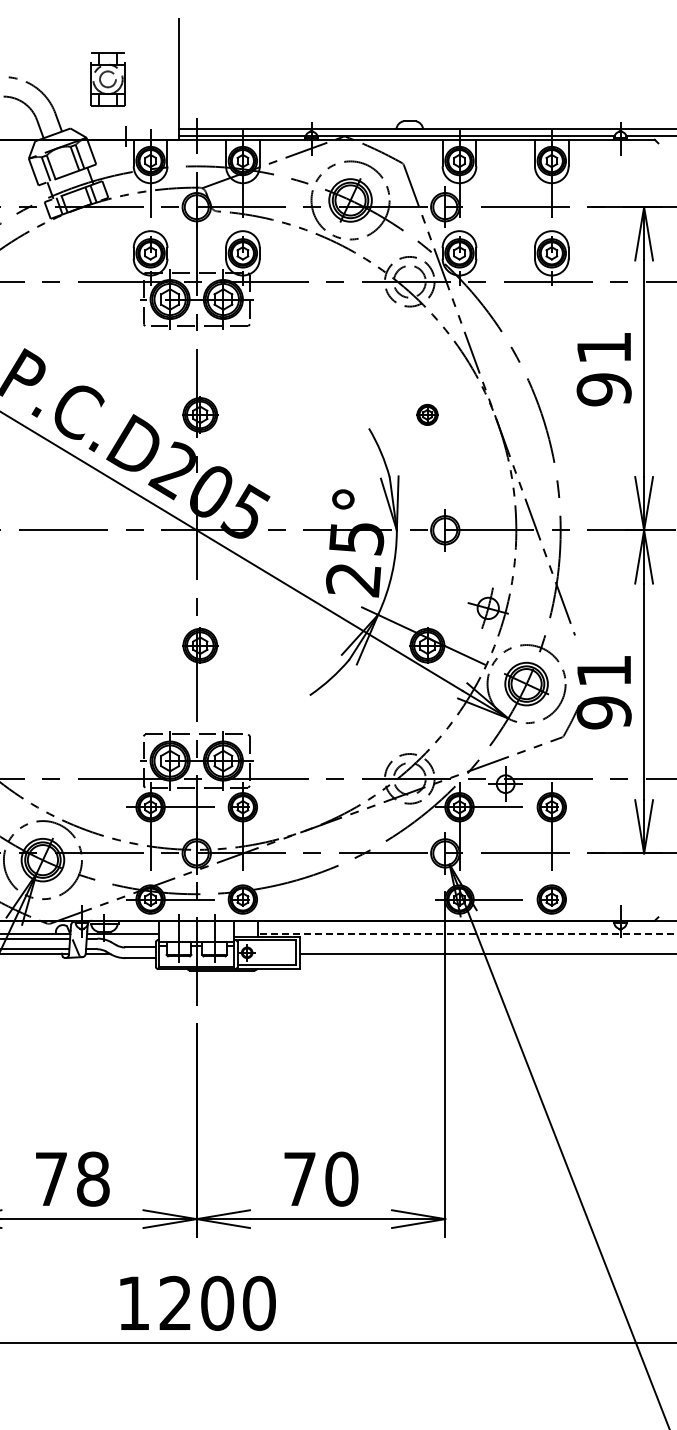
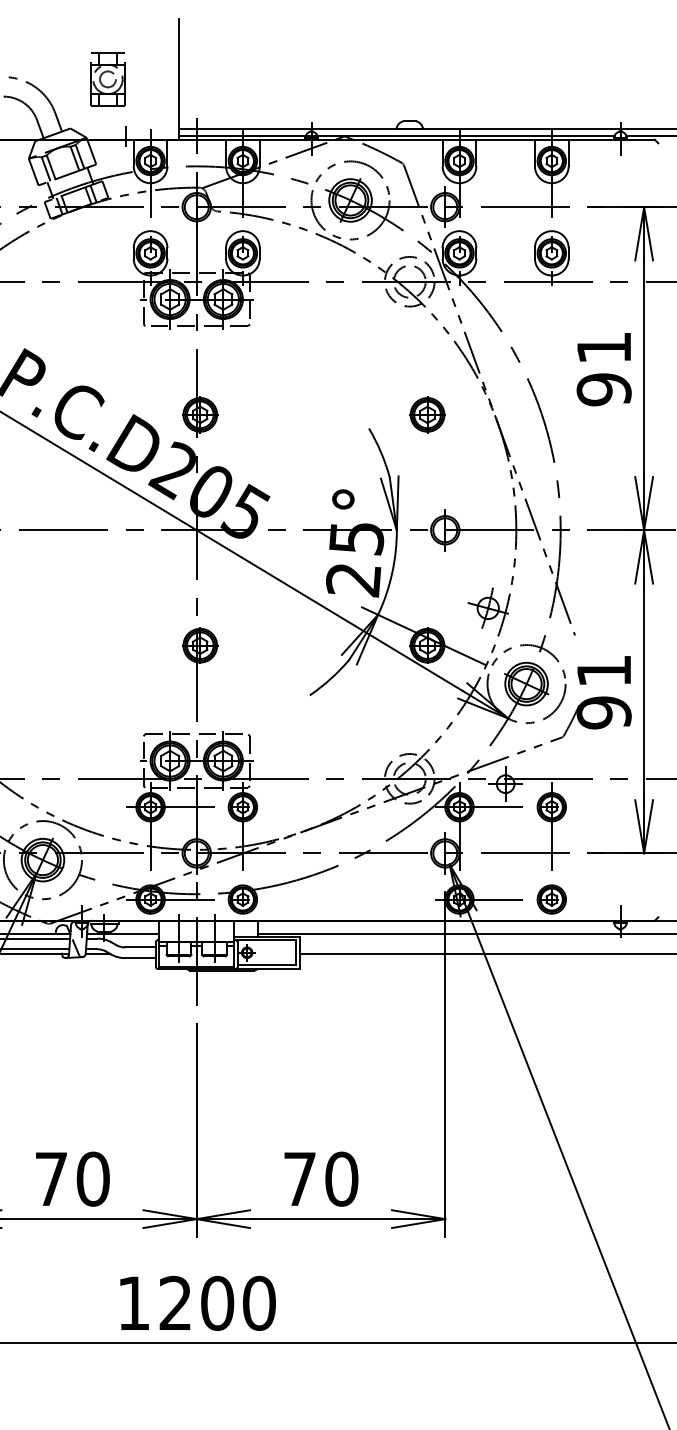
part at (427, 414) size: 23x23 px -> 37x38 px
line at (466, 934): dashed -> solid
text at (92, 1178): 78 -> 70
